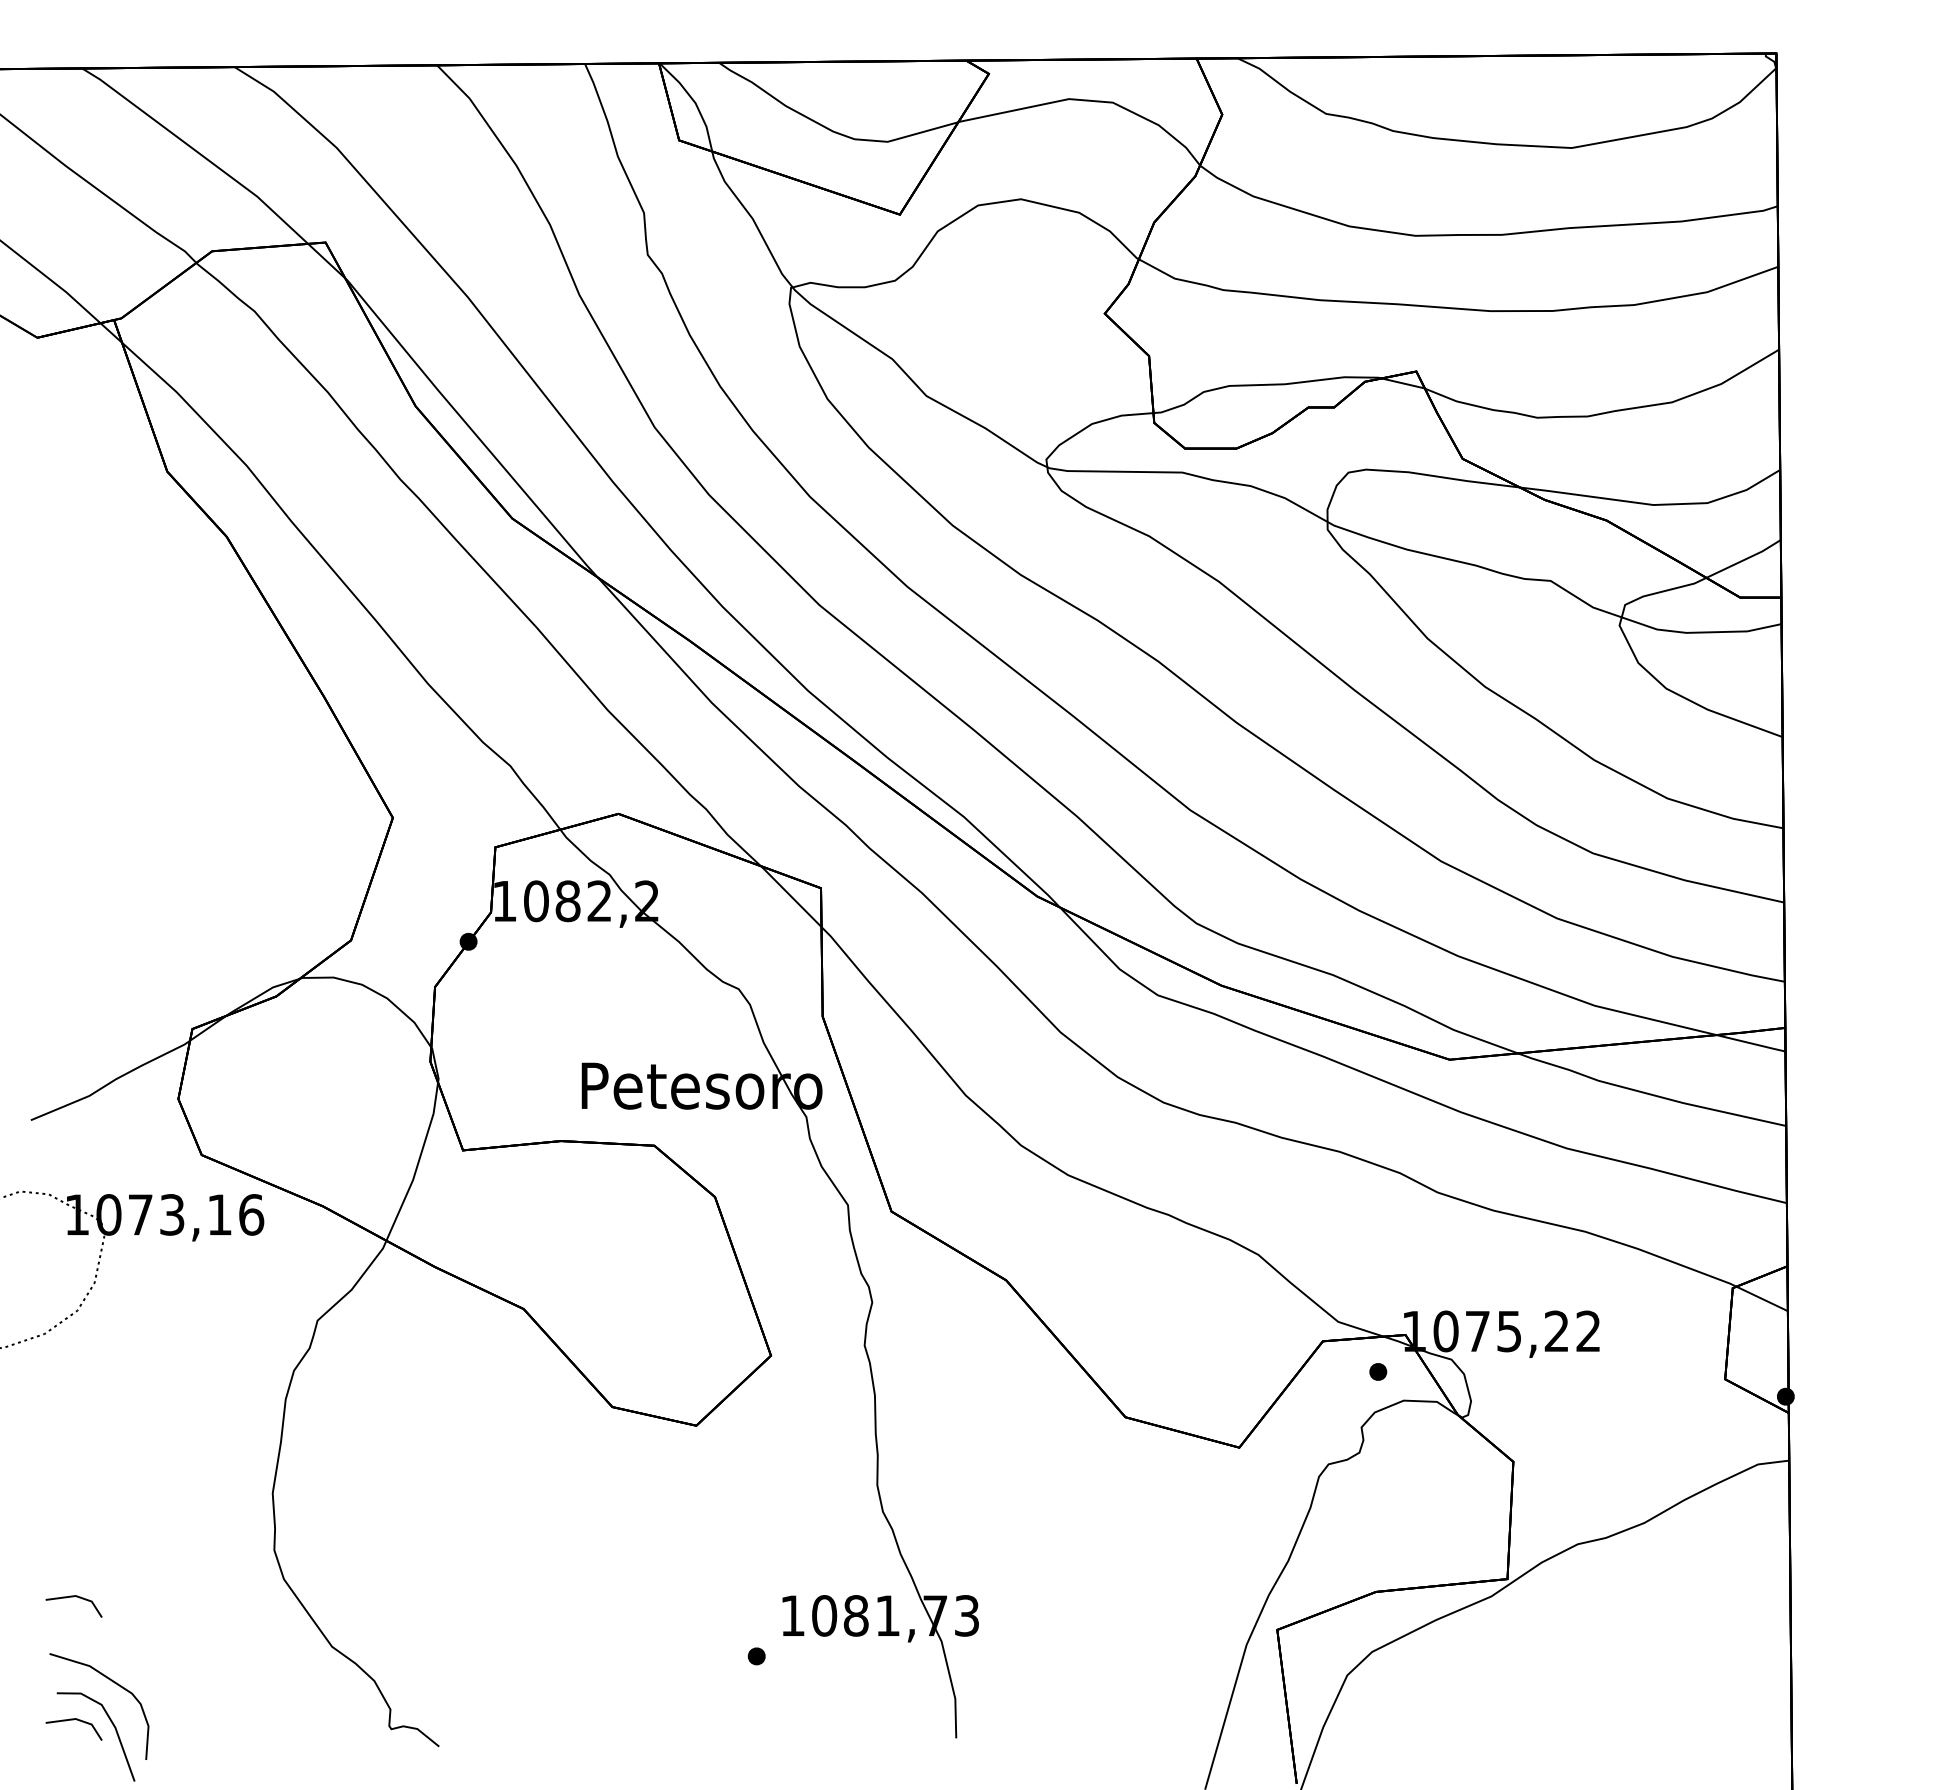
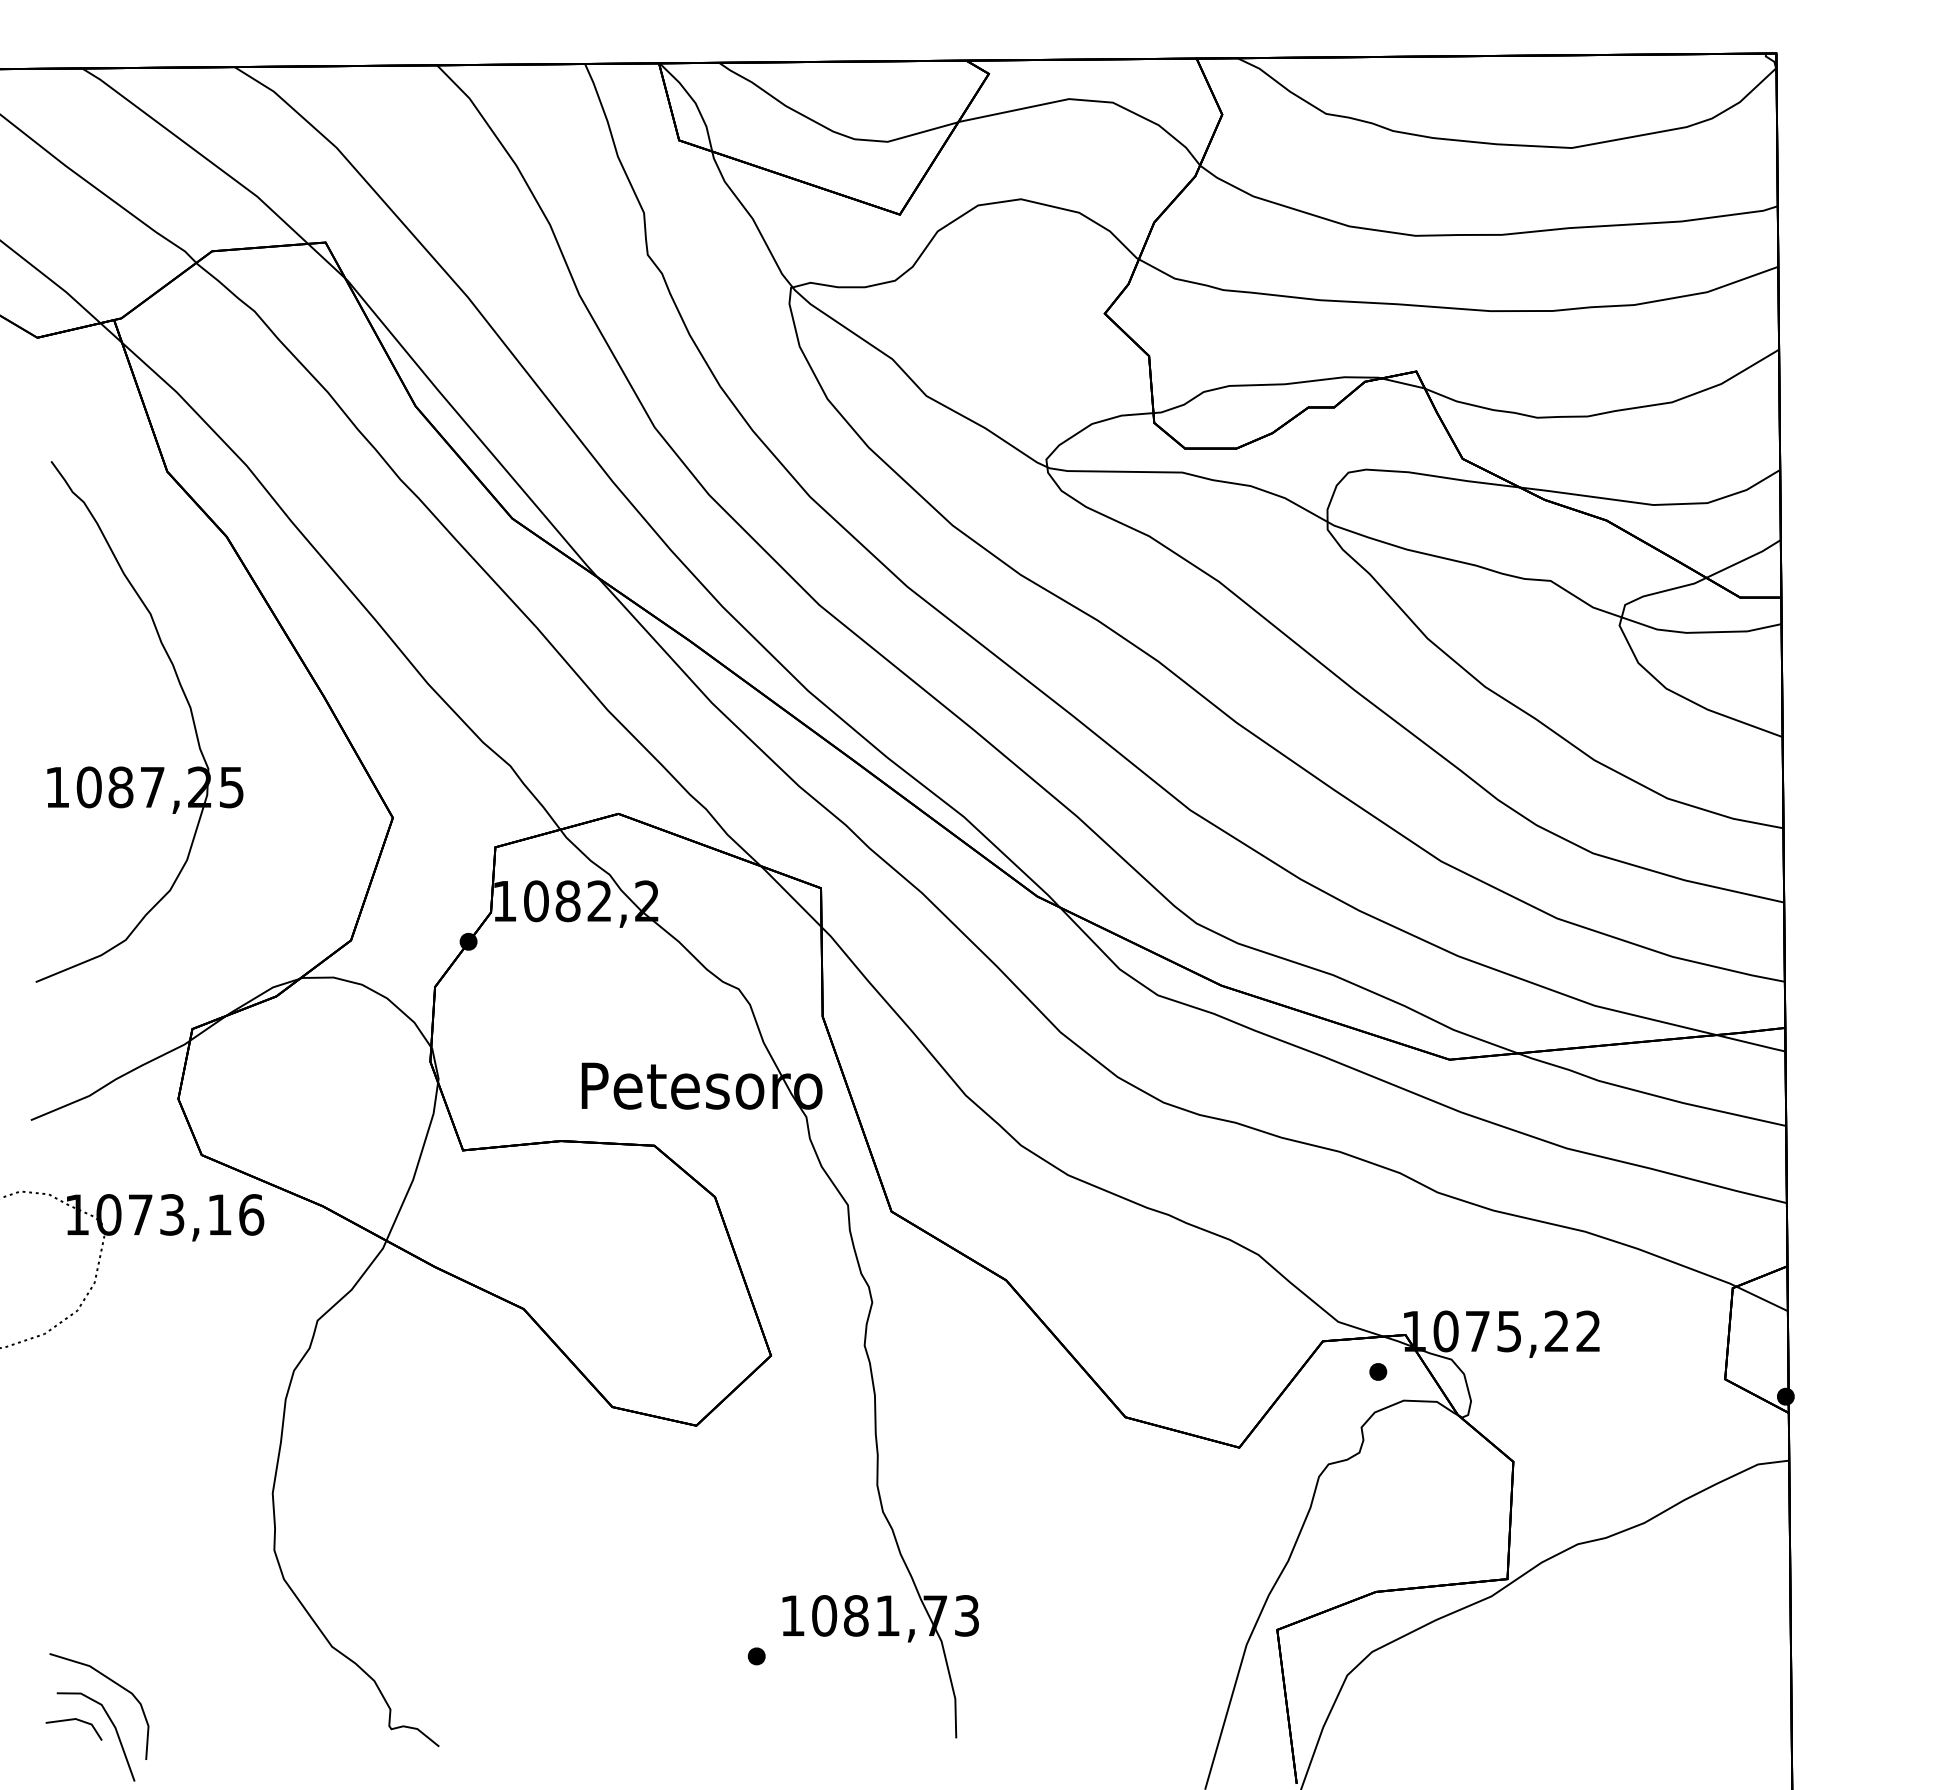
part at (141, 767): none -> present
line at (73, 1597): present -> none
